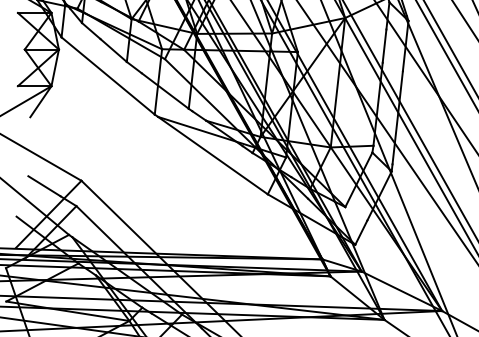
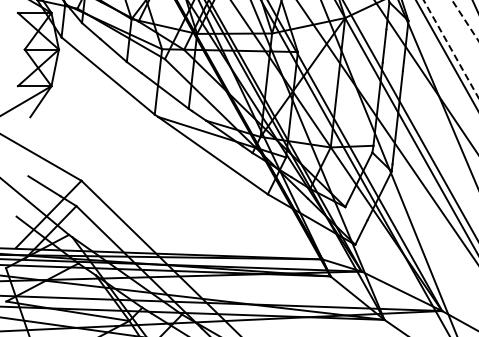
line at (465, 21): solid -> dashed
line at (451, 48): solid -> dashed
